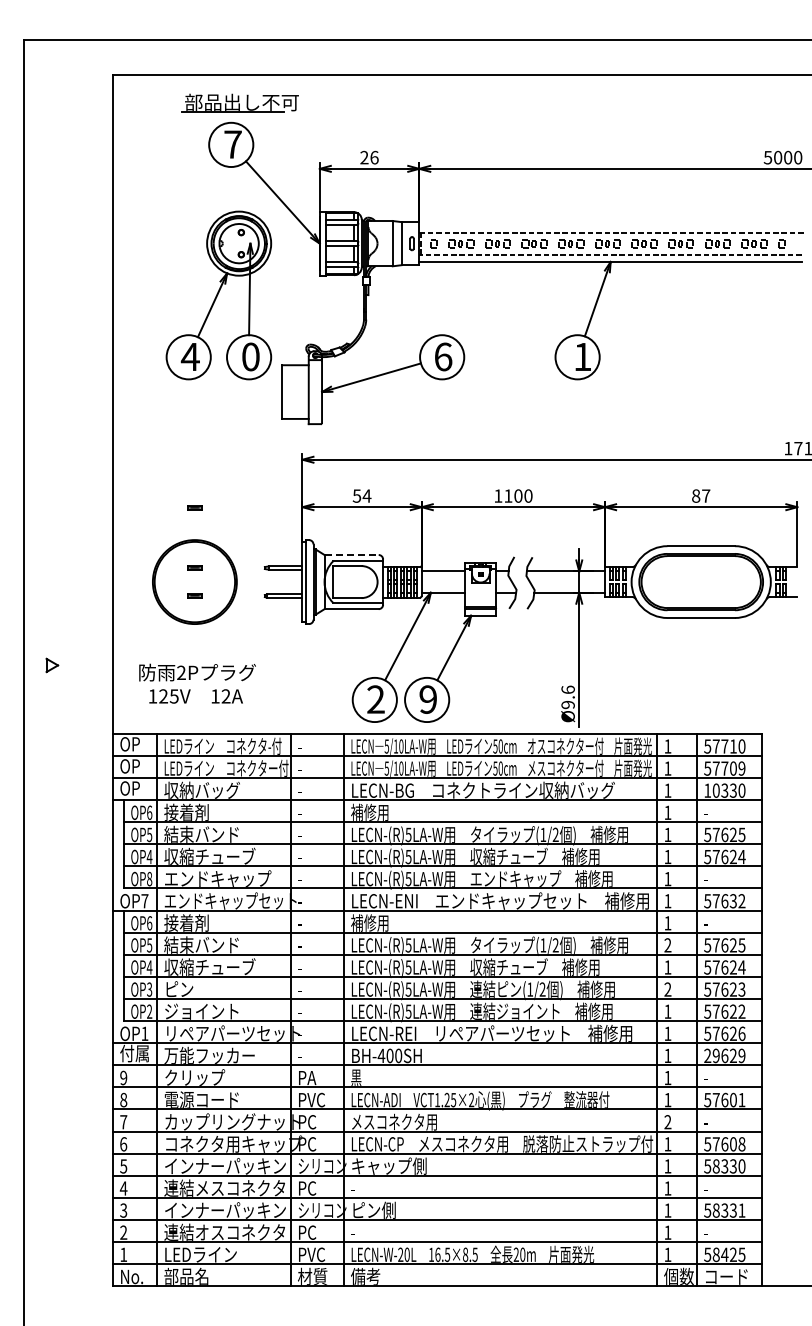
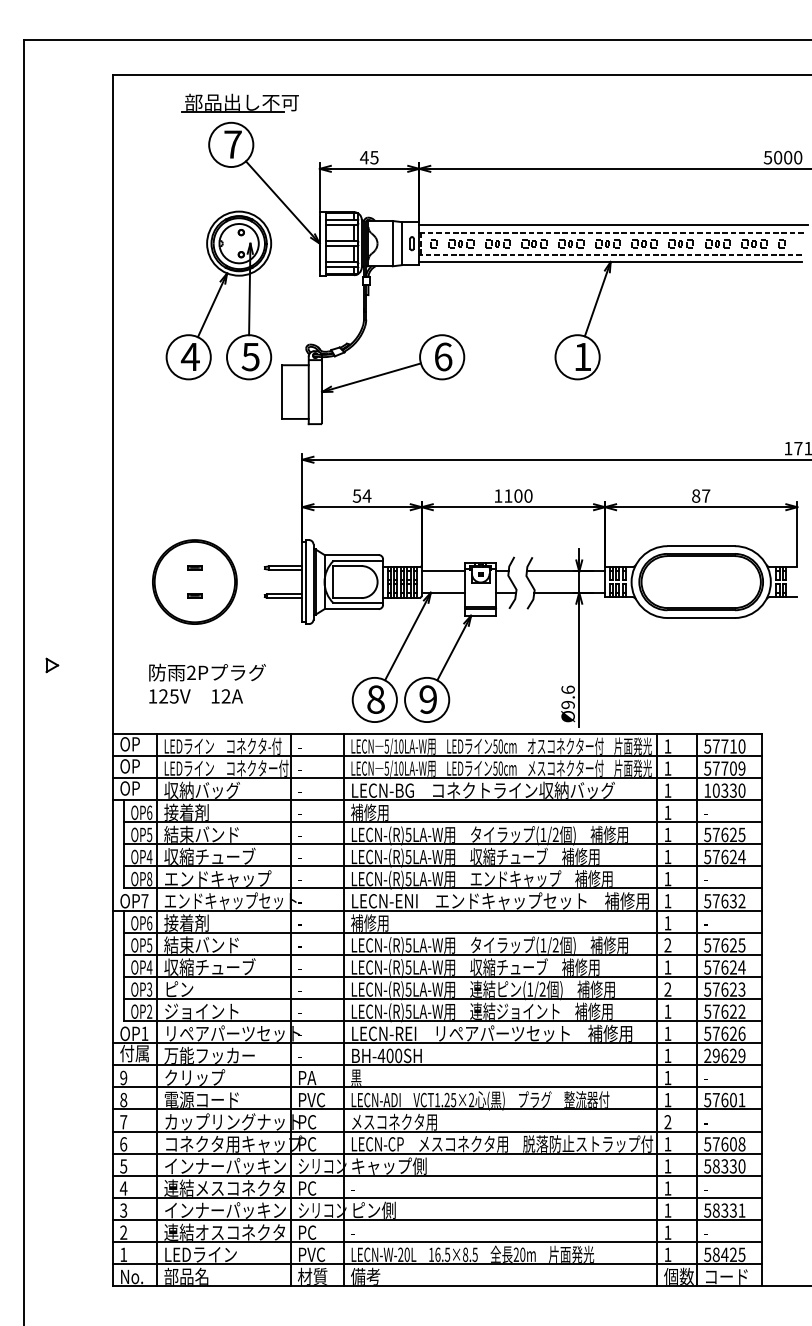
text at (369, 157): 26 -> 45
line at (613, 225): none -> present
text at (250, 356): 0 -> 5
part at (194, 507): present -> none
line at (352, 555): dashed -> solid
text at (197, 672) position: (197, 672) -> (207, 672)
text at (375, 699): 2 -> 8
